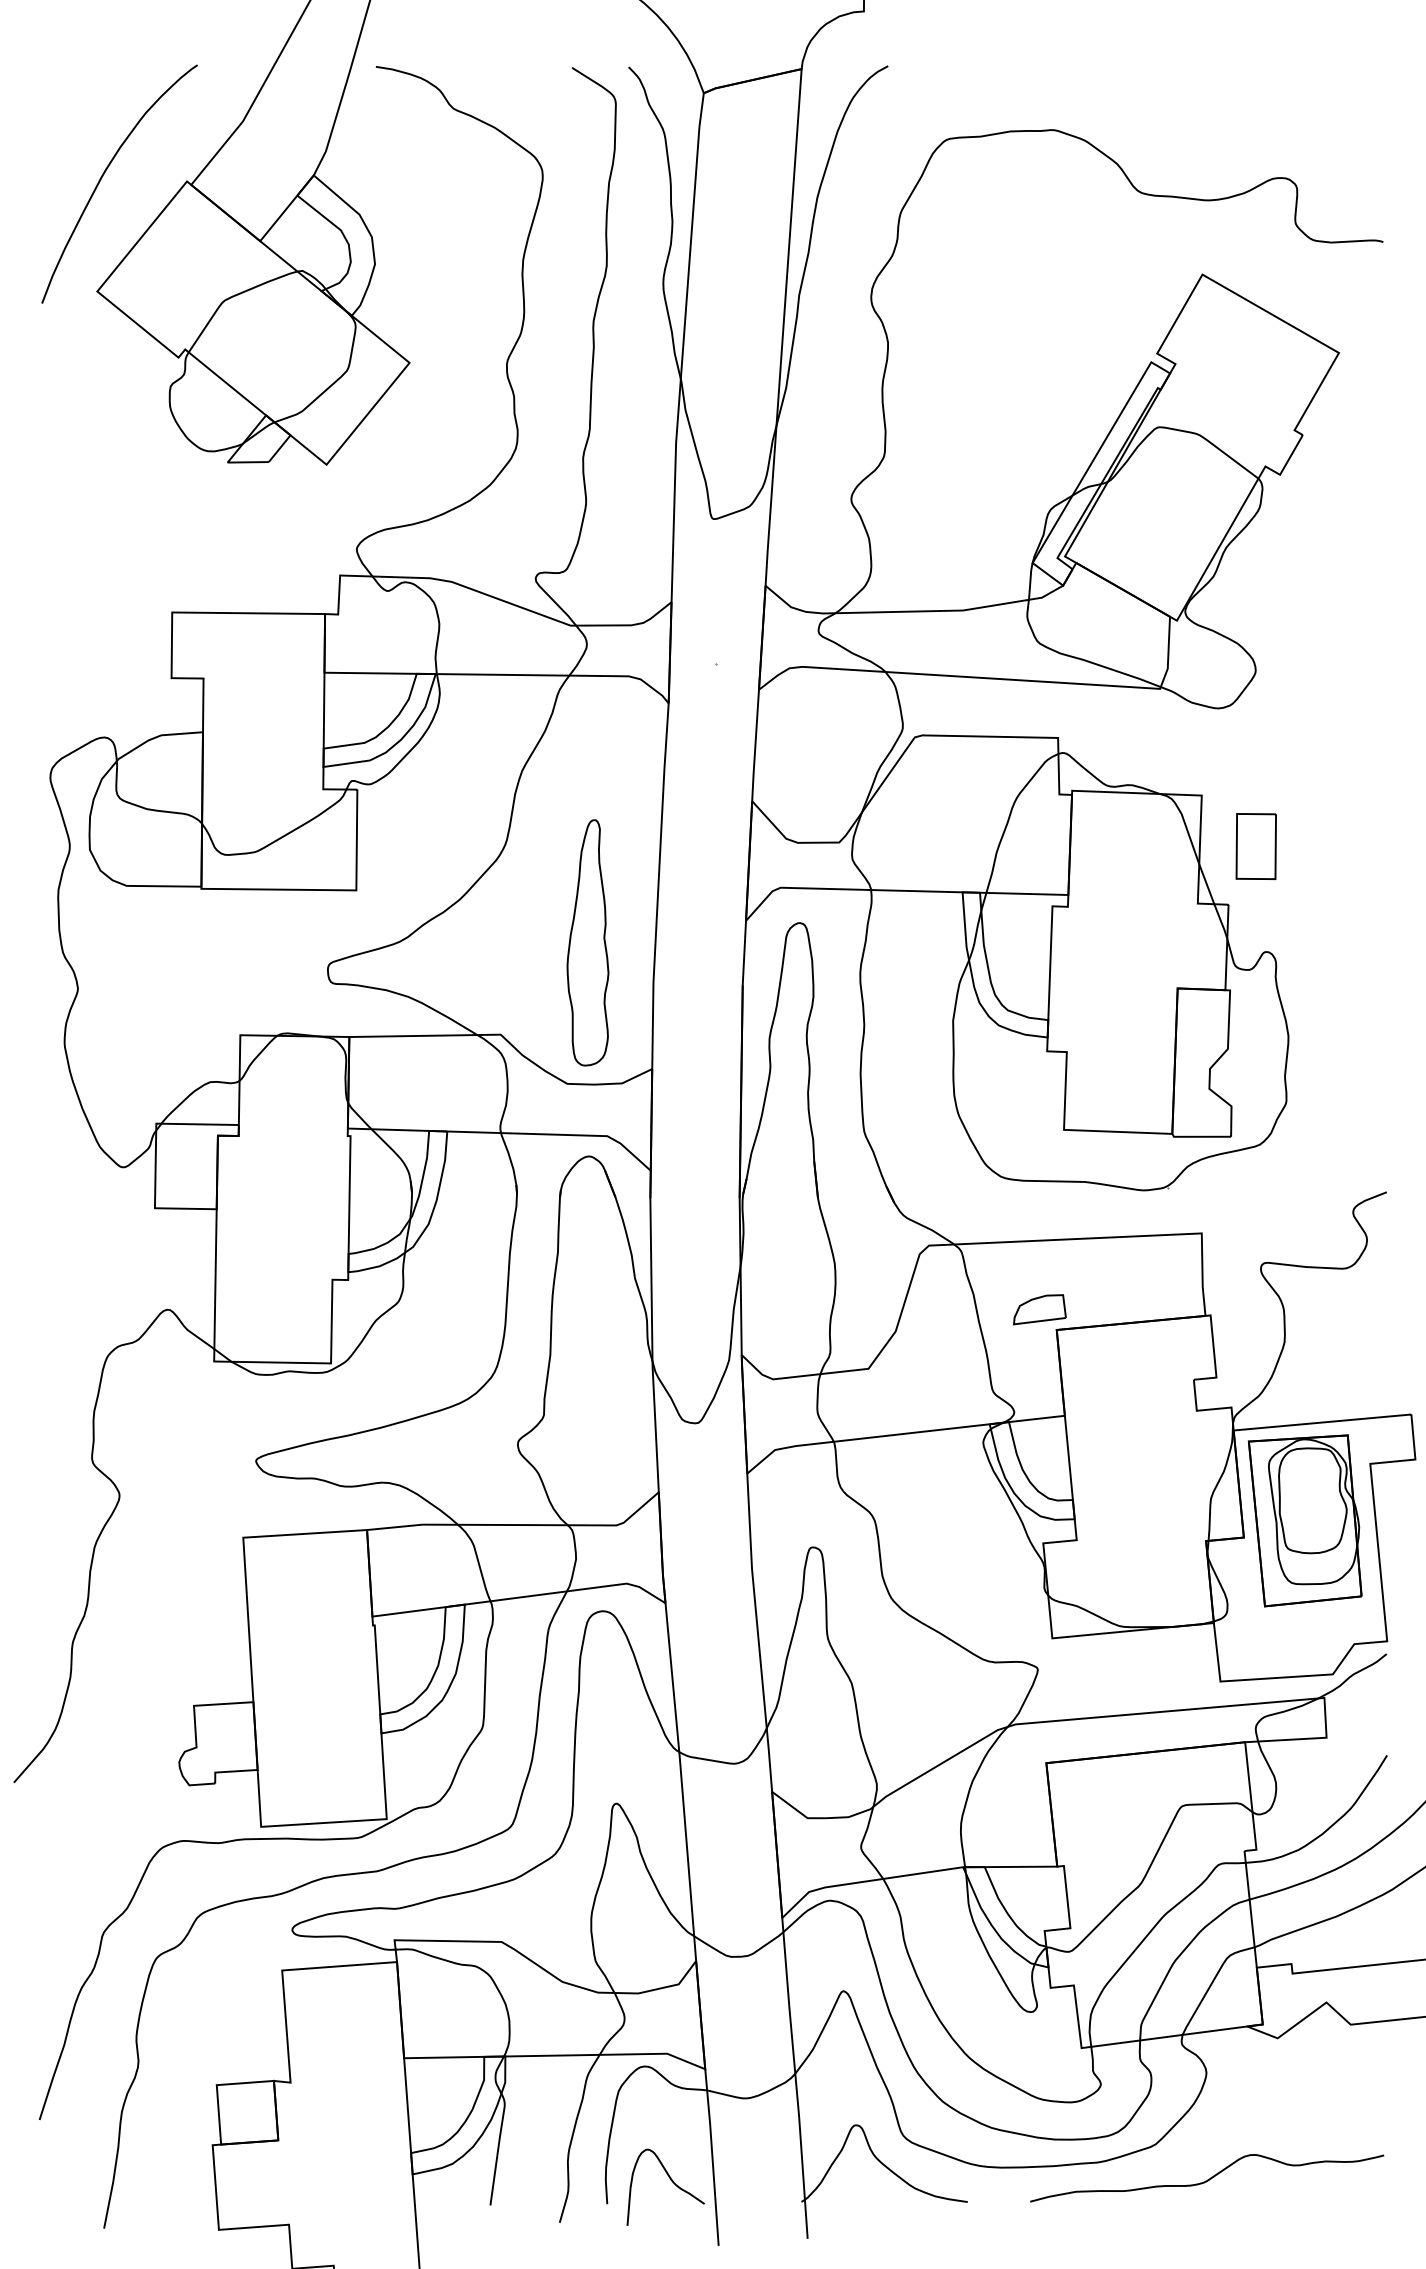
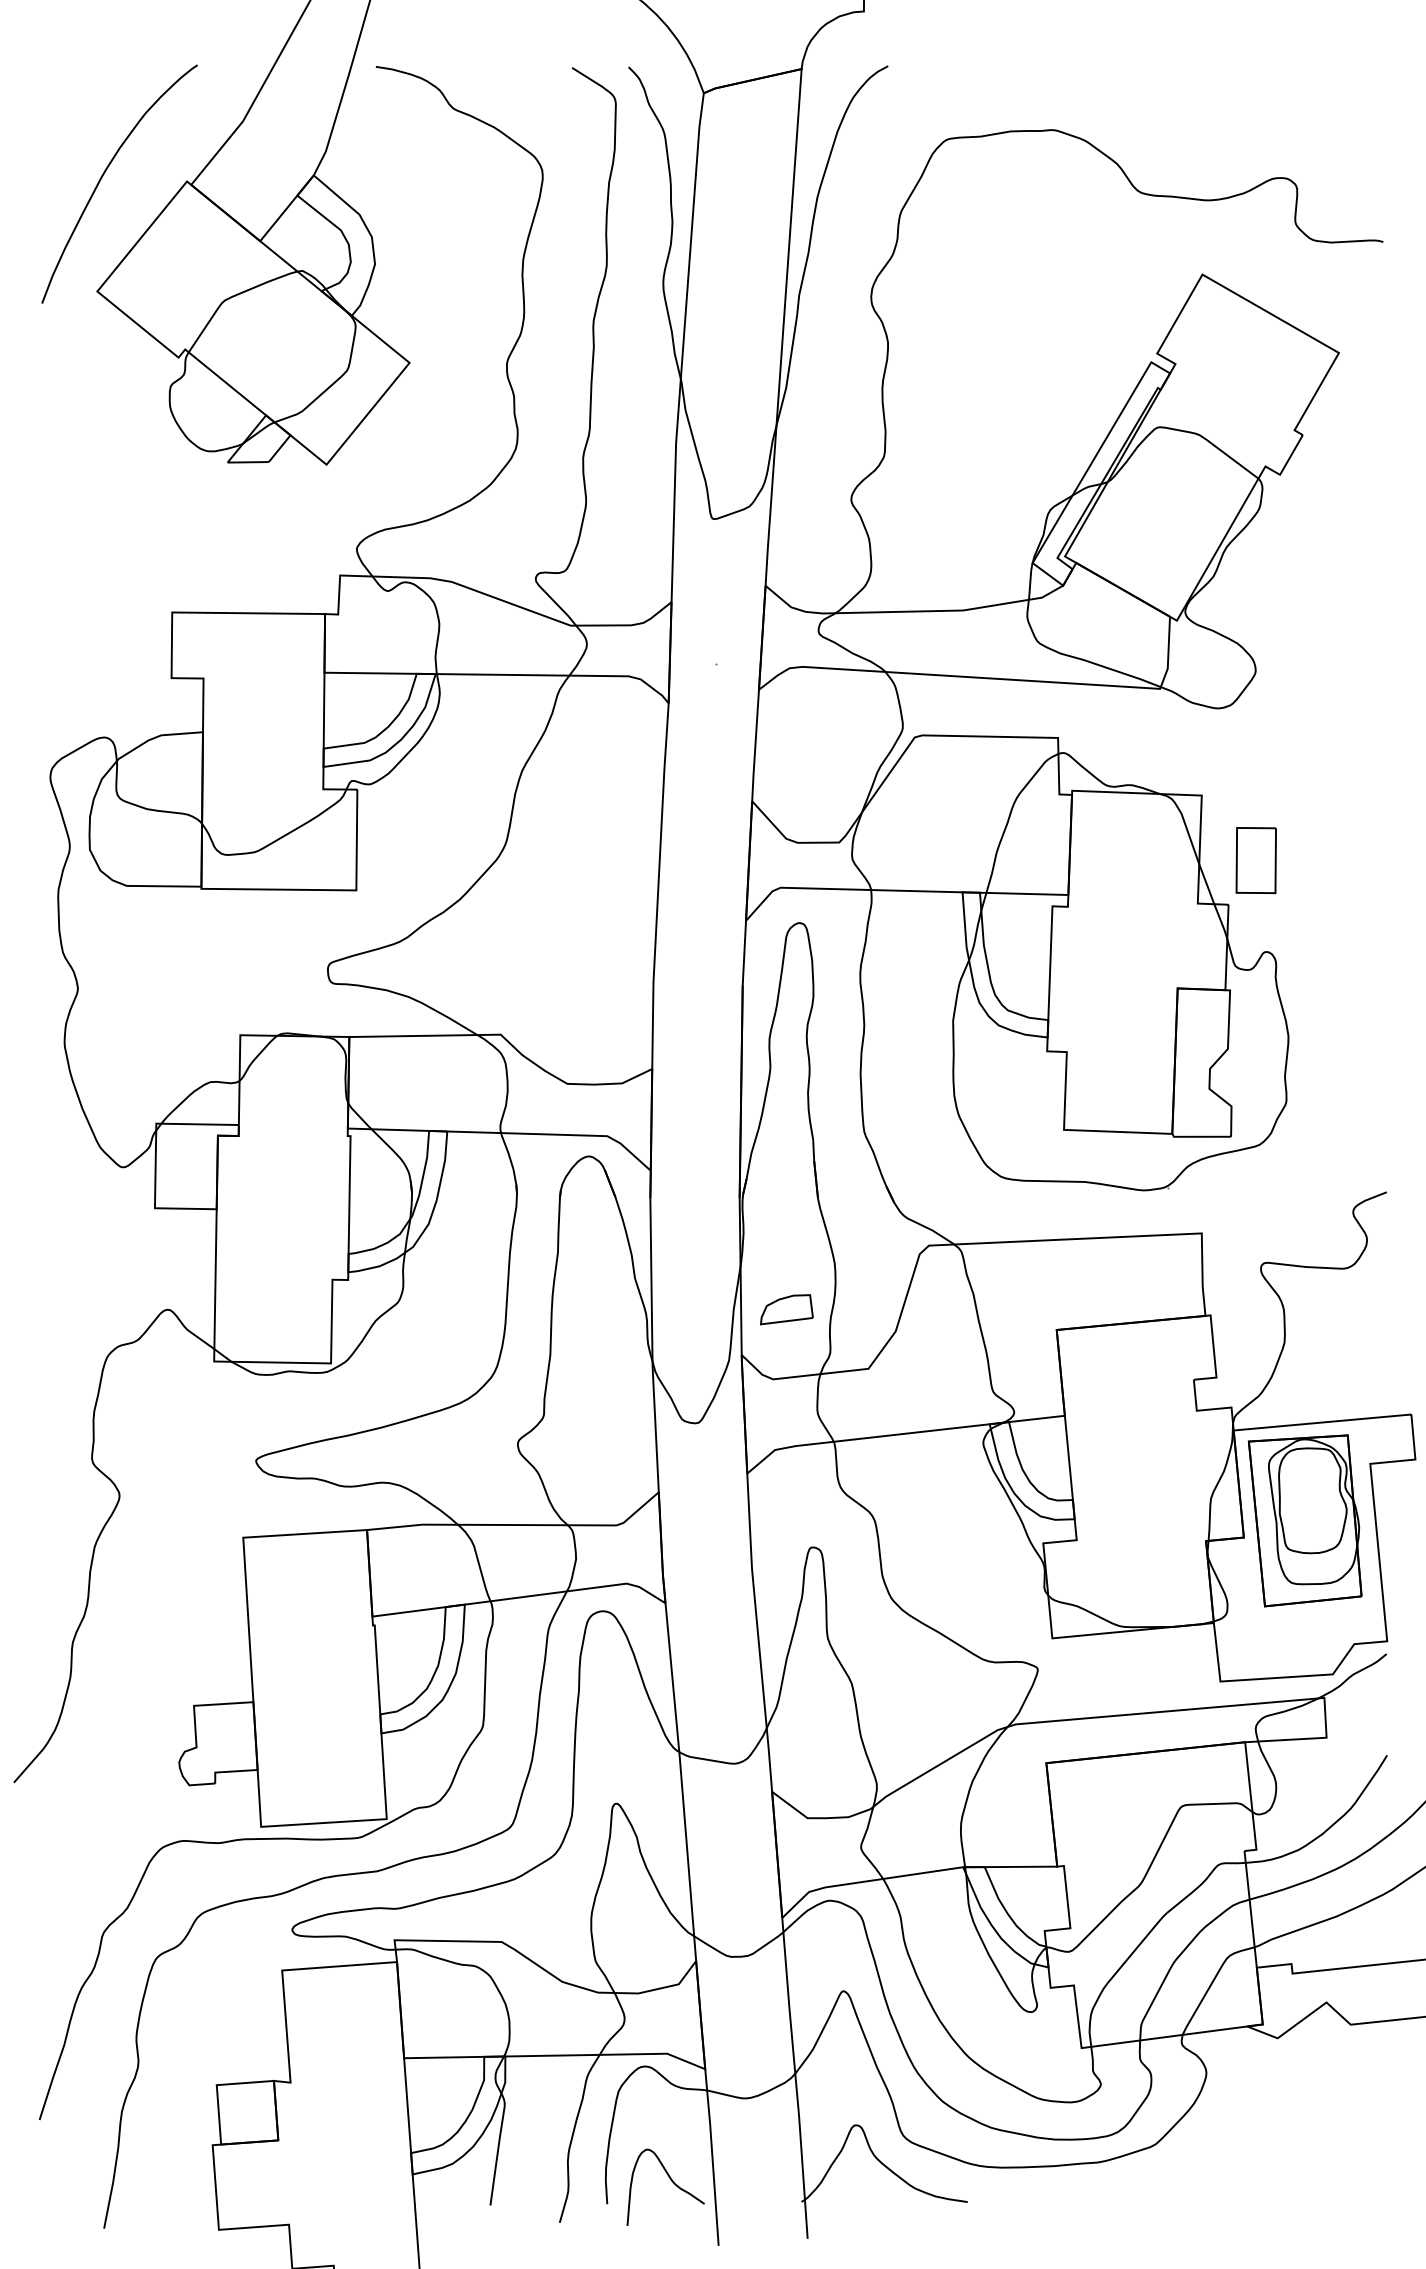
part at (1255, 846) position: (1255, 846) -> (1255, 860)
part at (587, 942): present -> none
part at (1039, 1309) position: (1039, 1309) -> (786, 1309)
curve at (1207, 2179): present -> none
